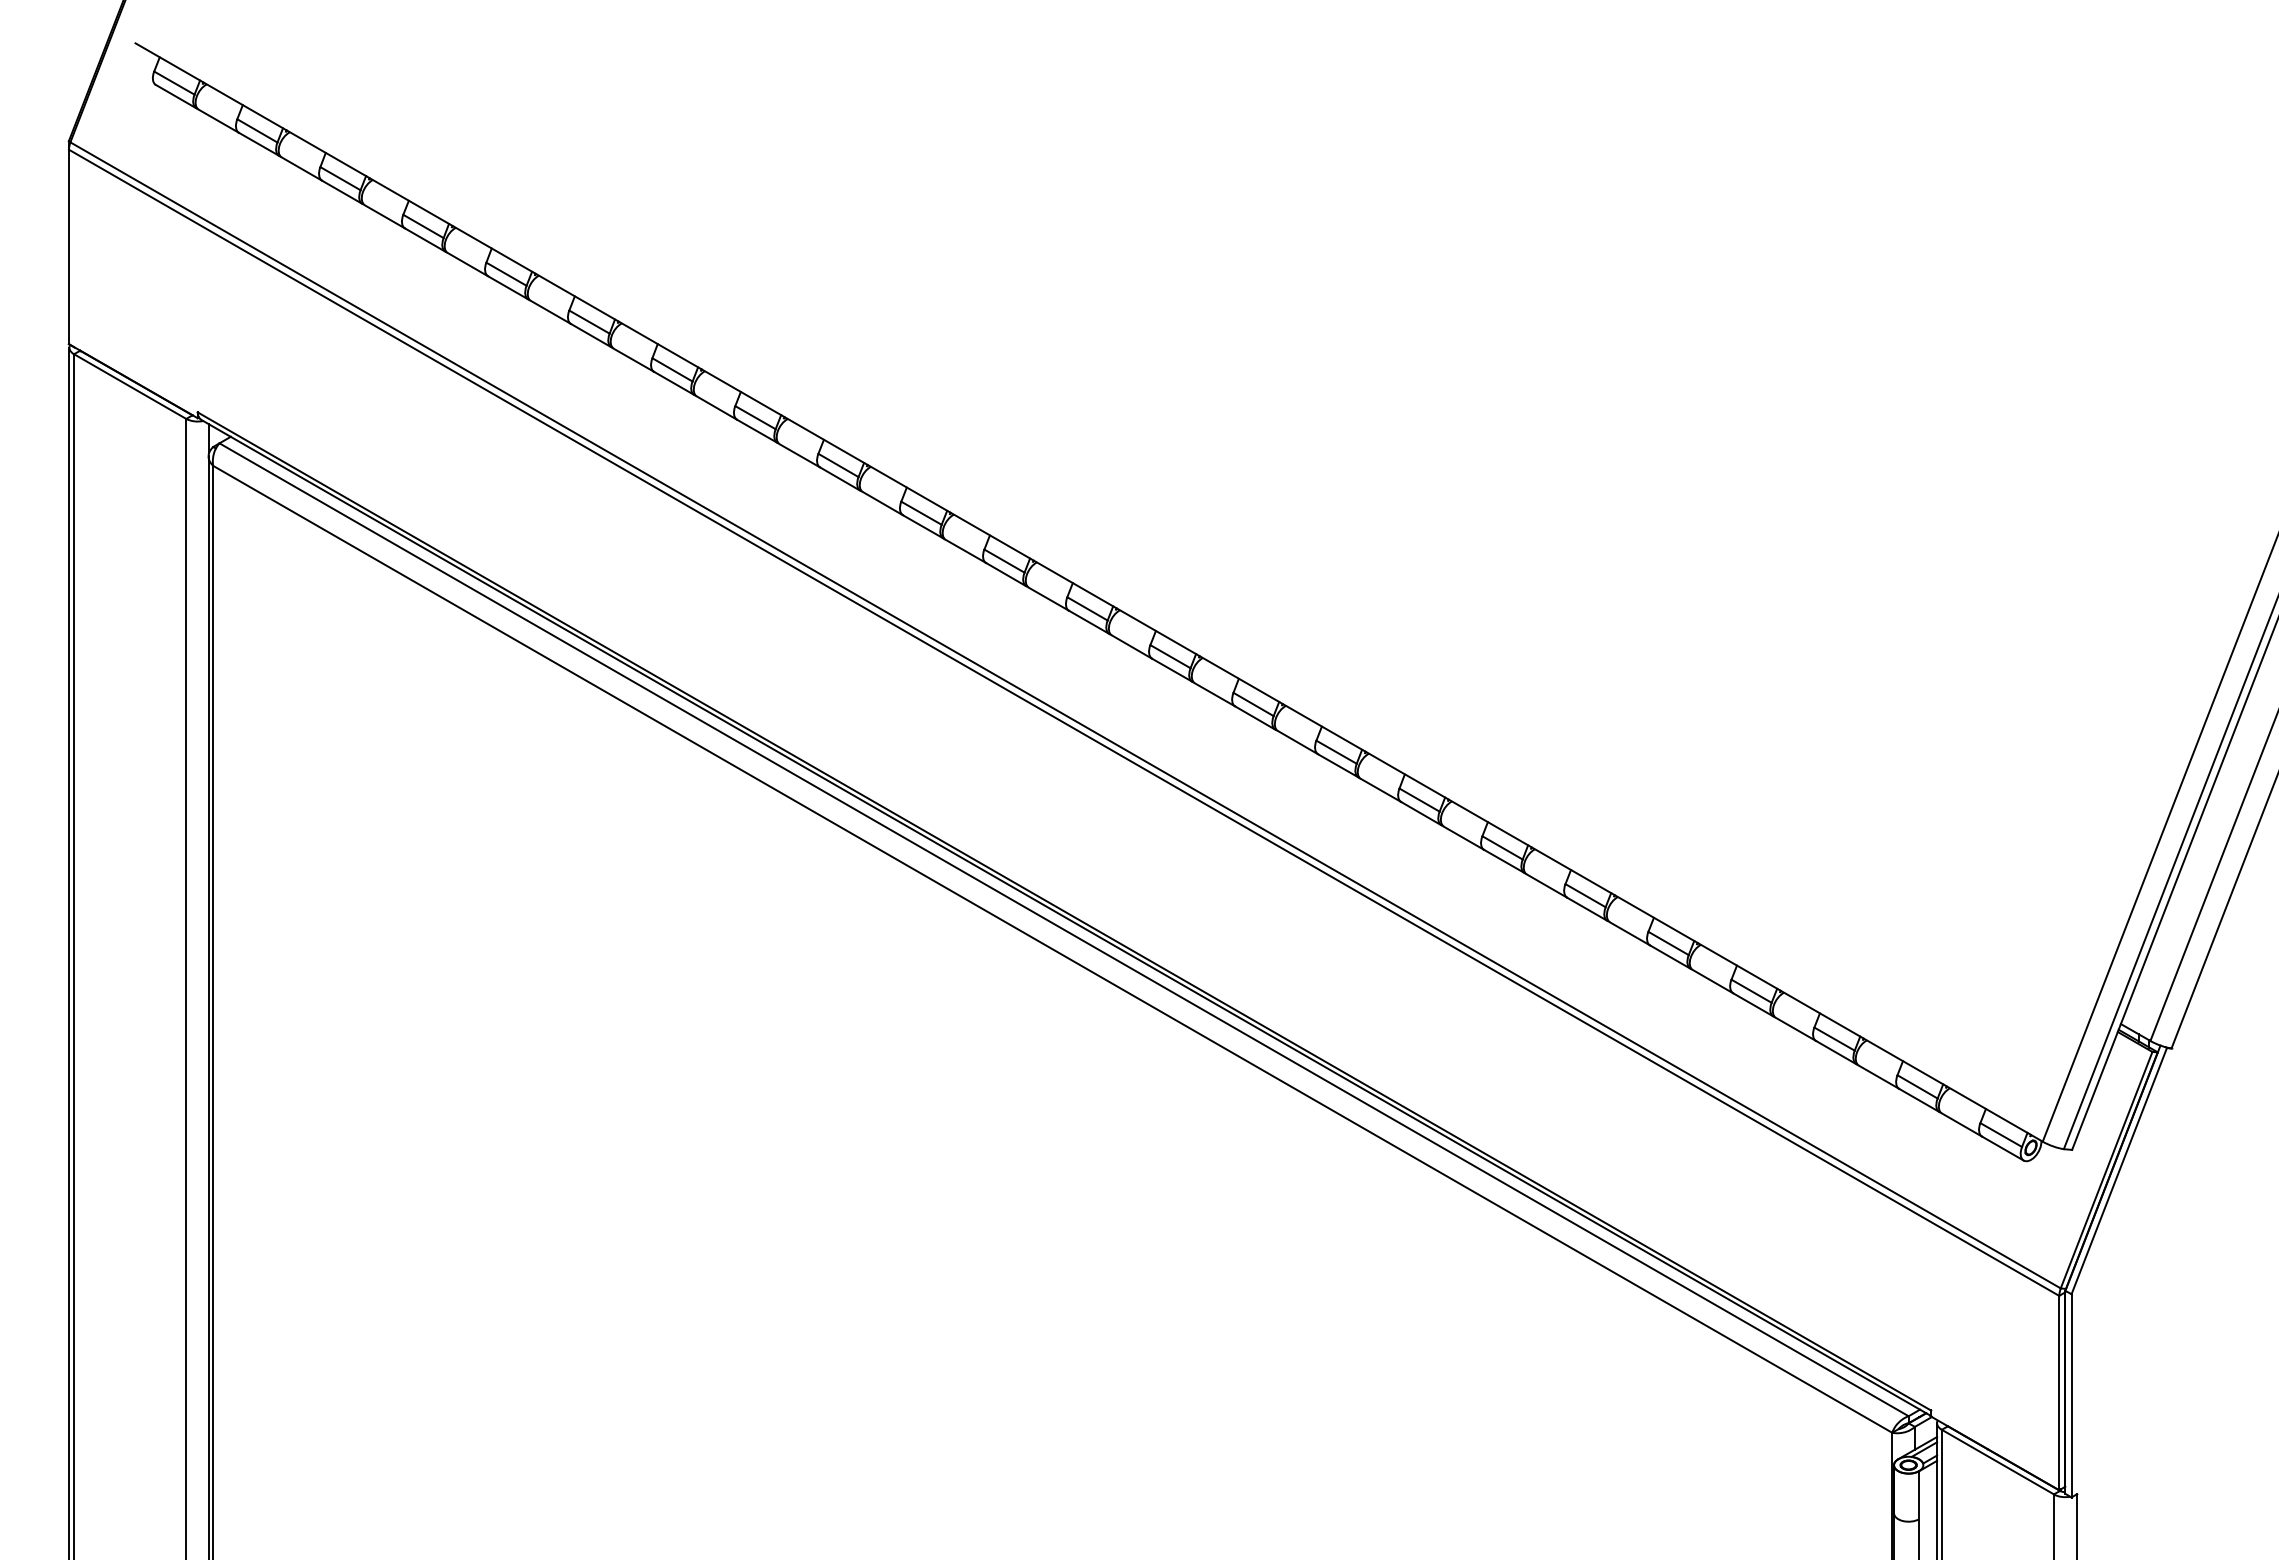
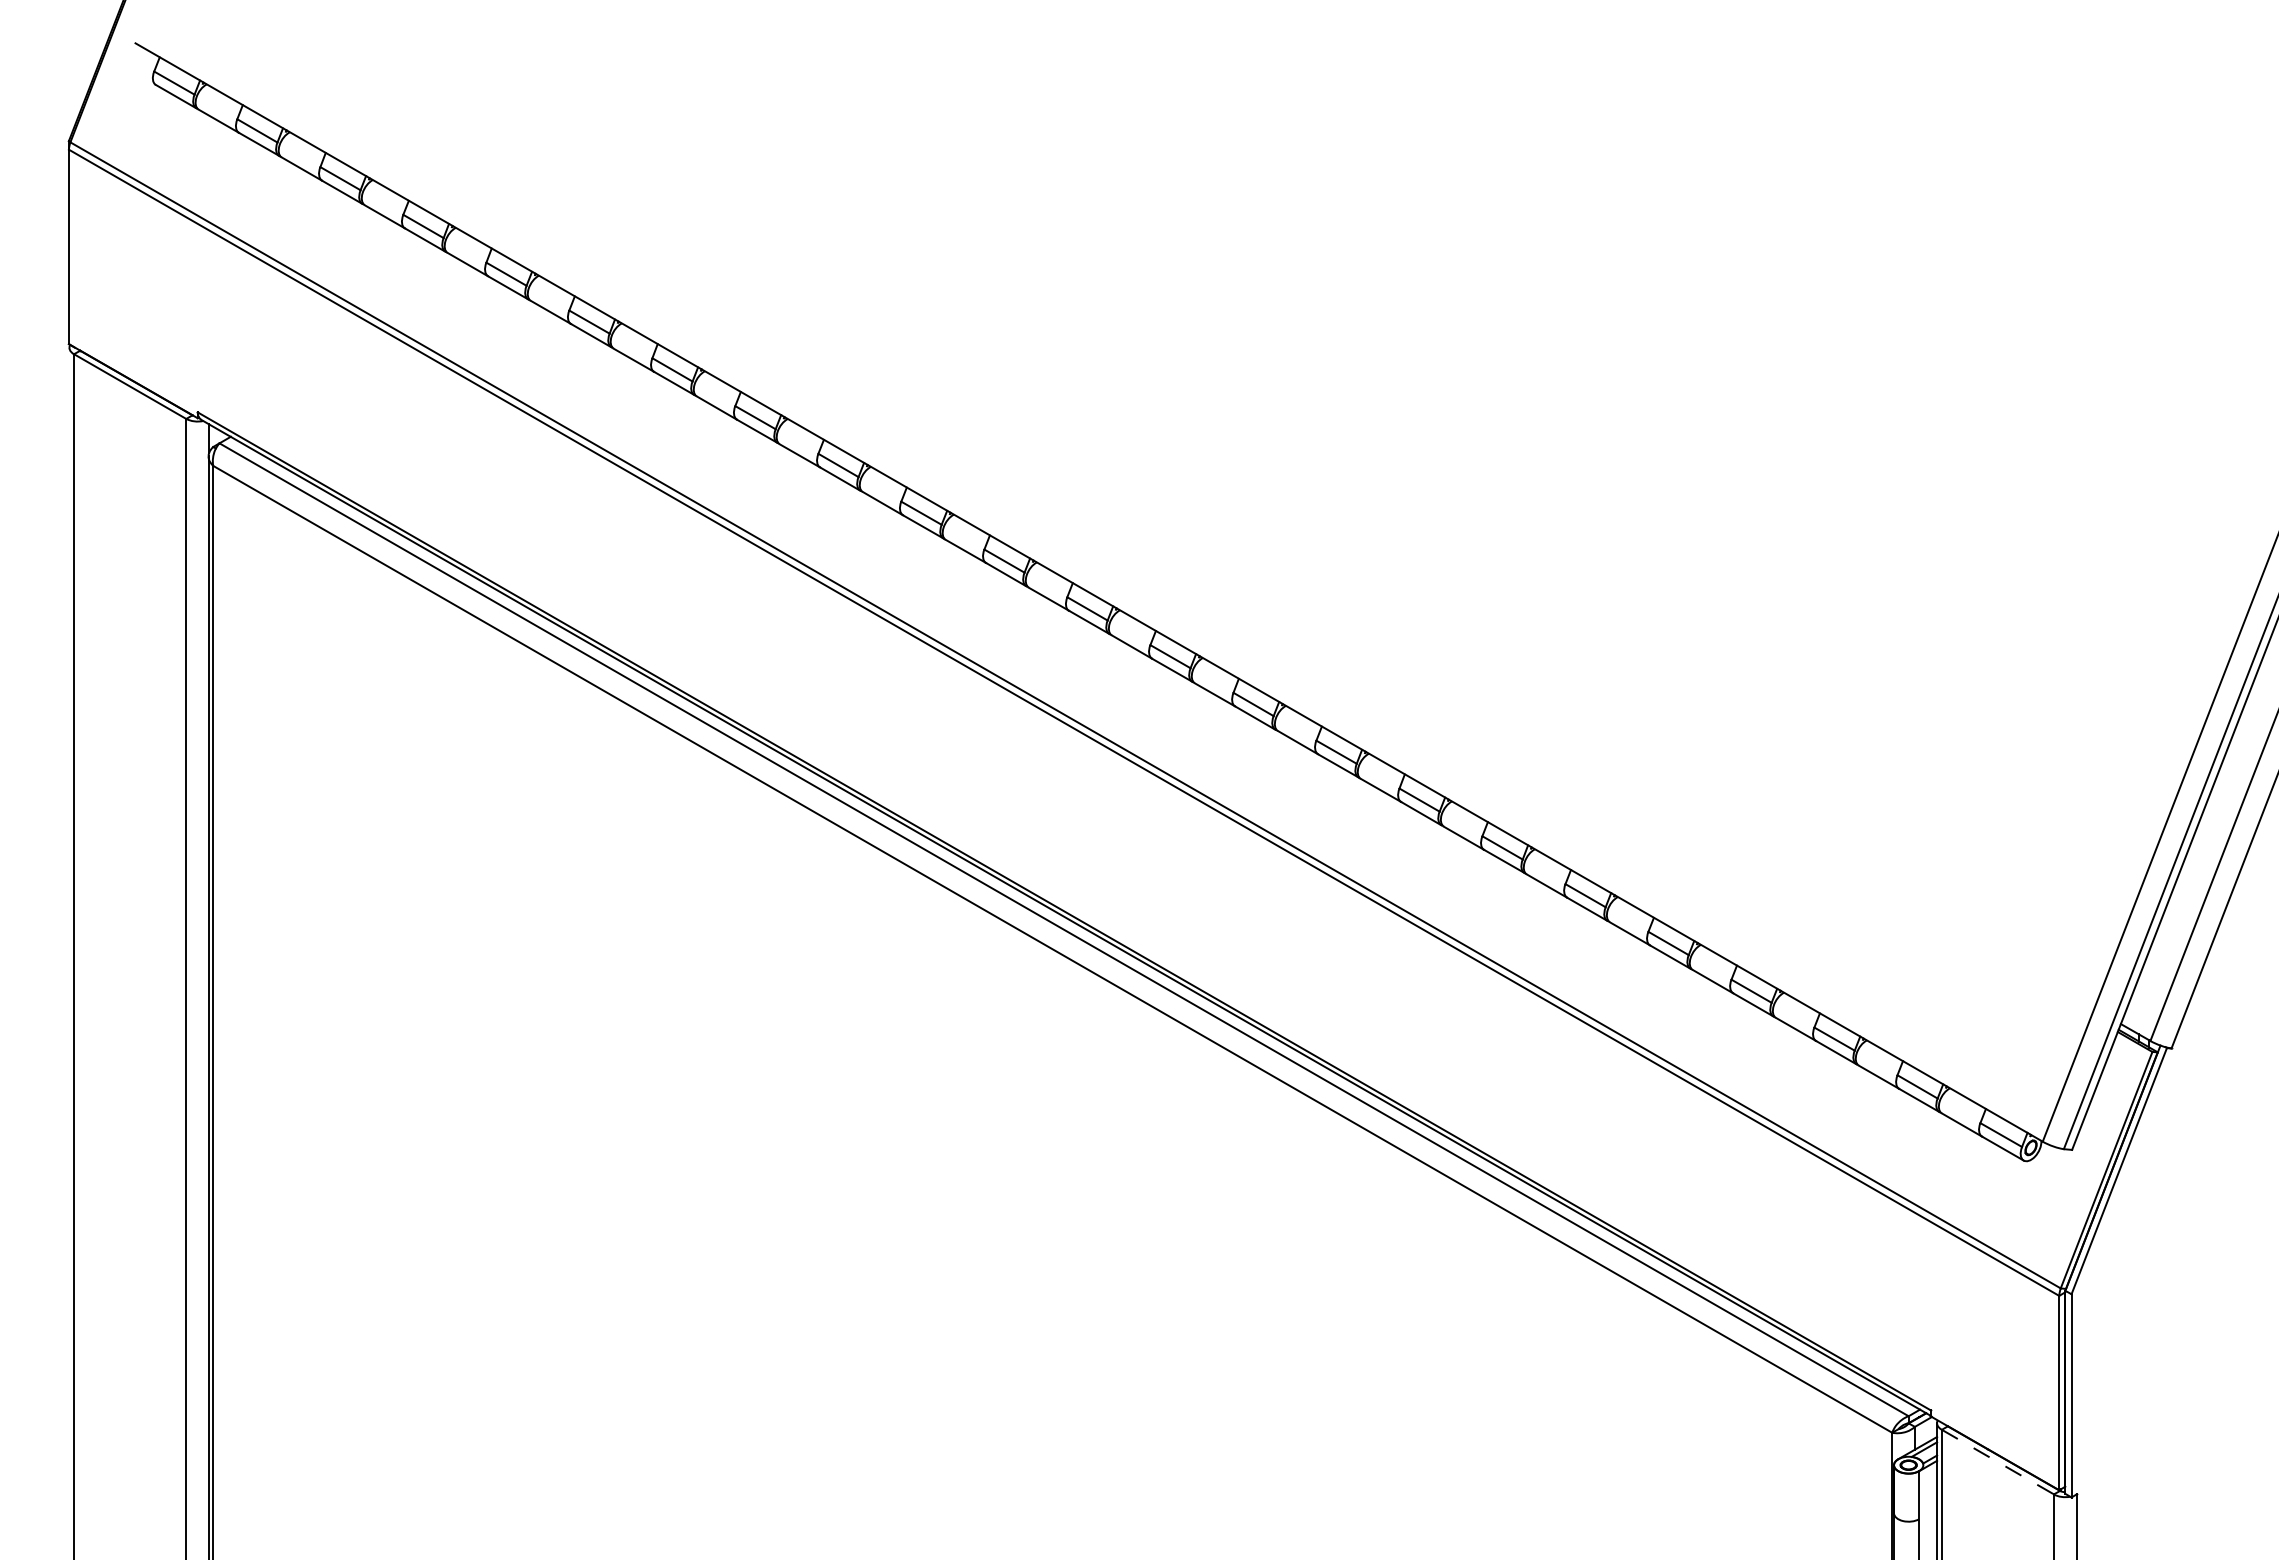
line at (69, 951): present -> none
line at (1997, 1462): solid -> dashed
